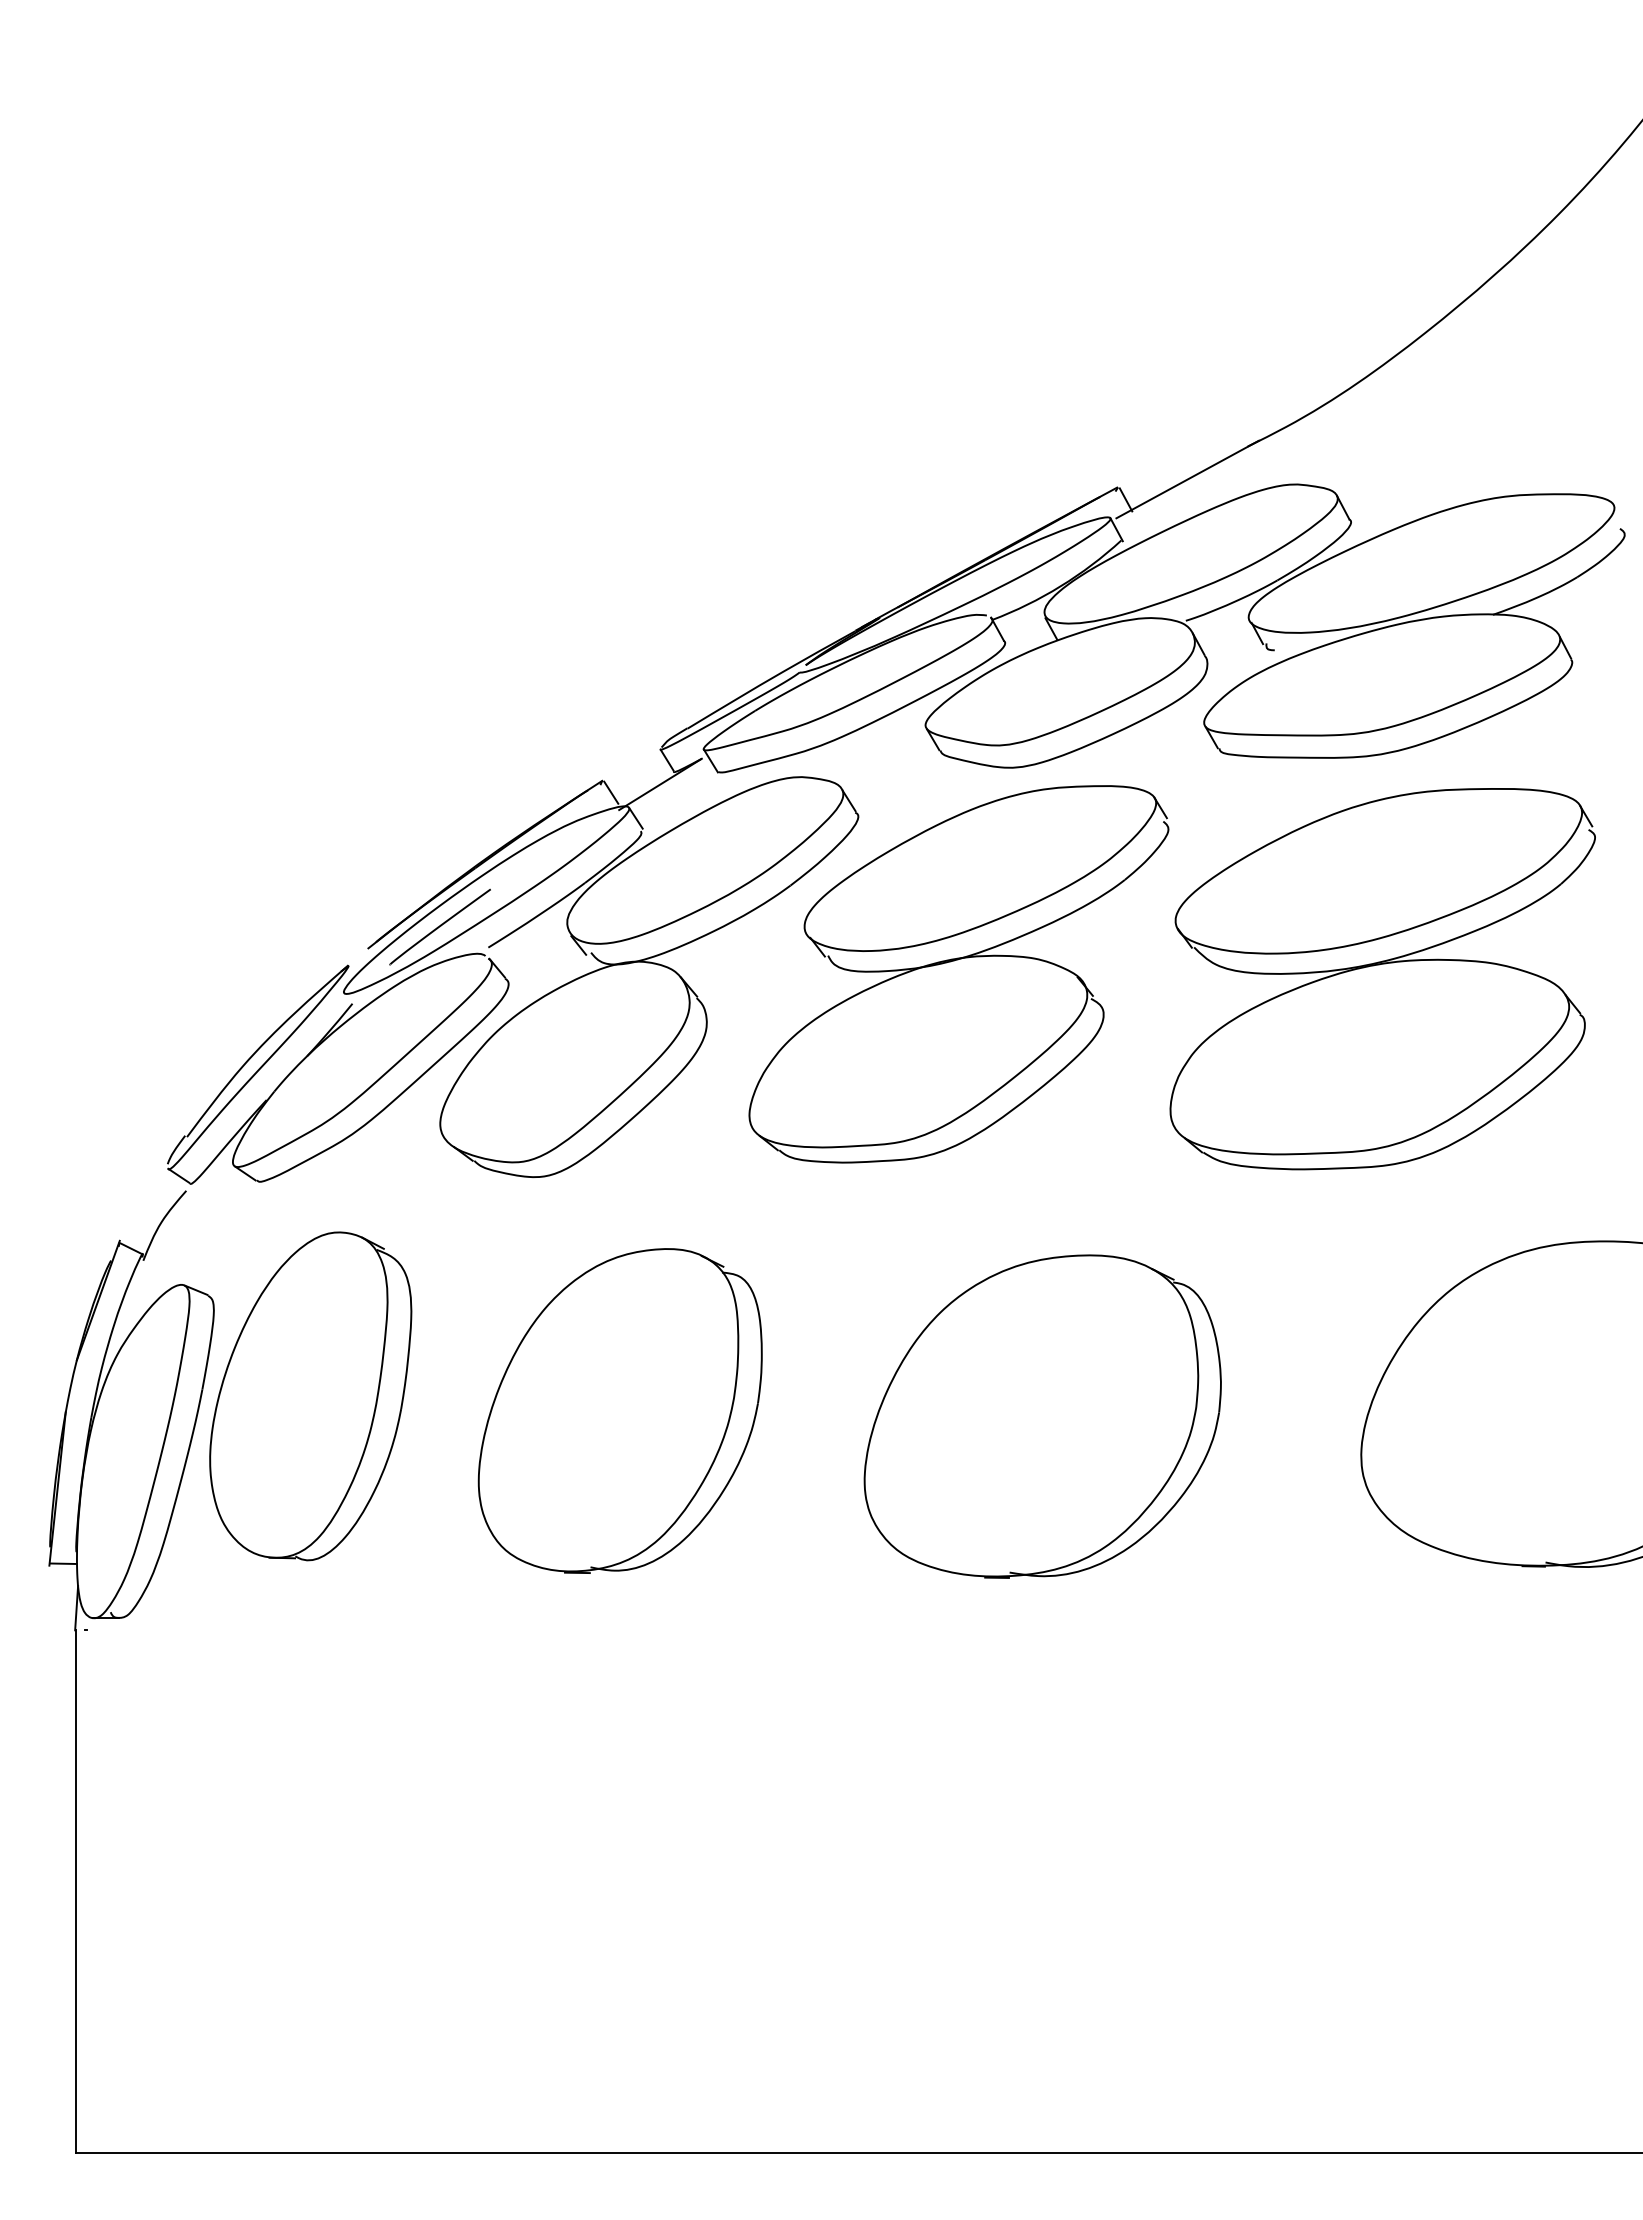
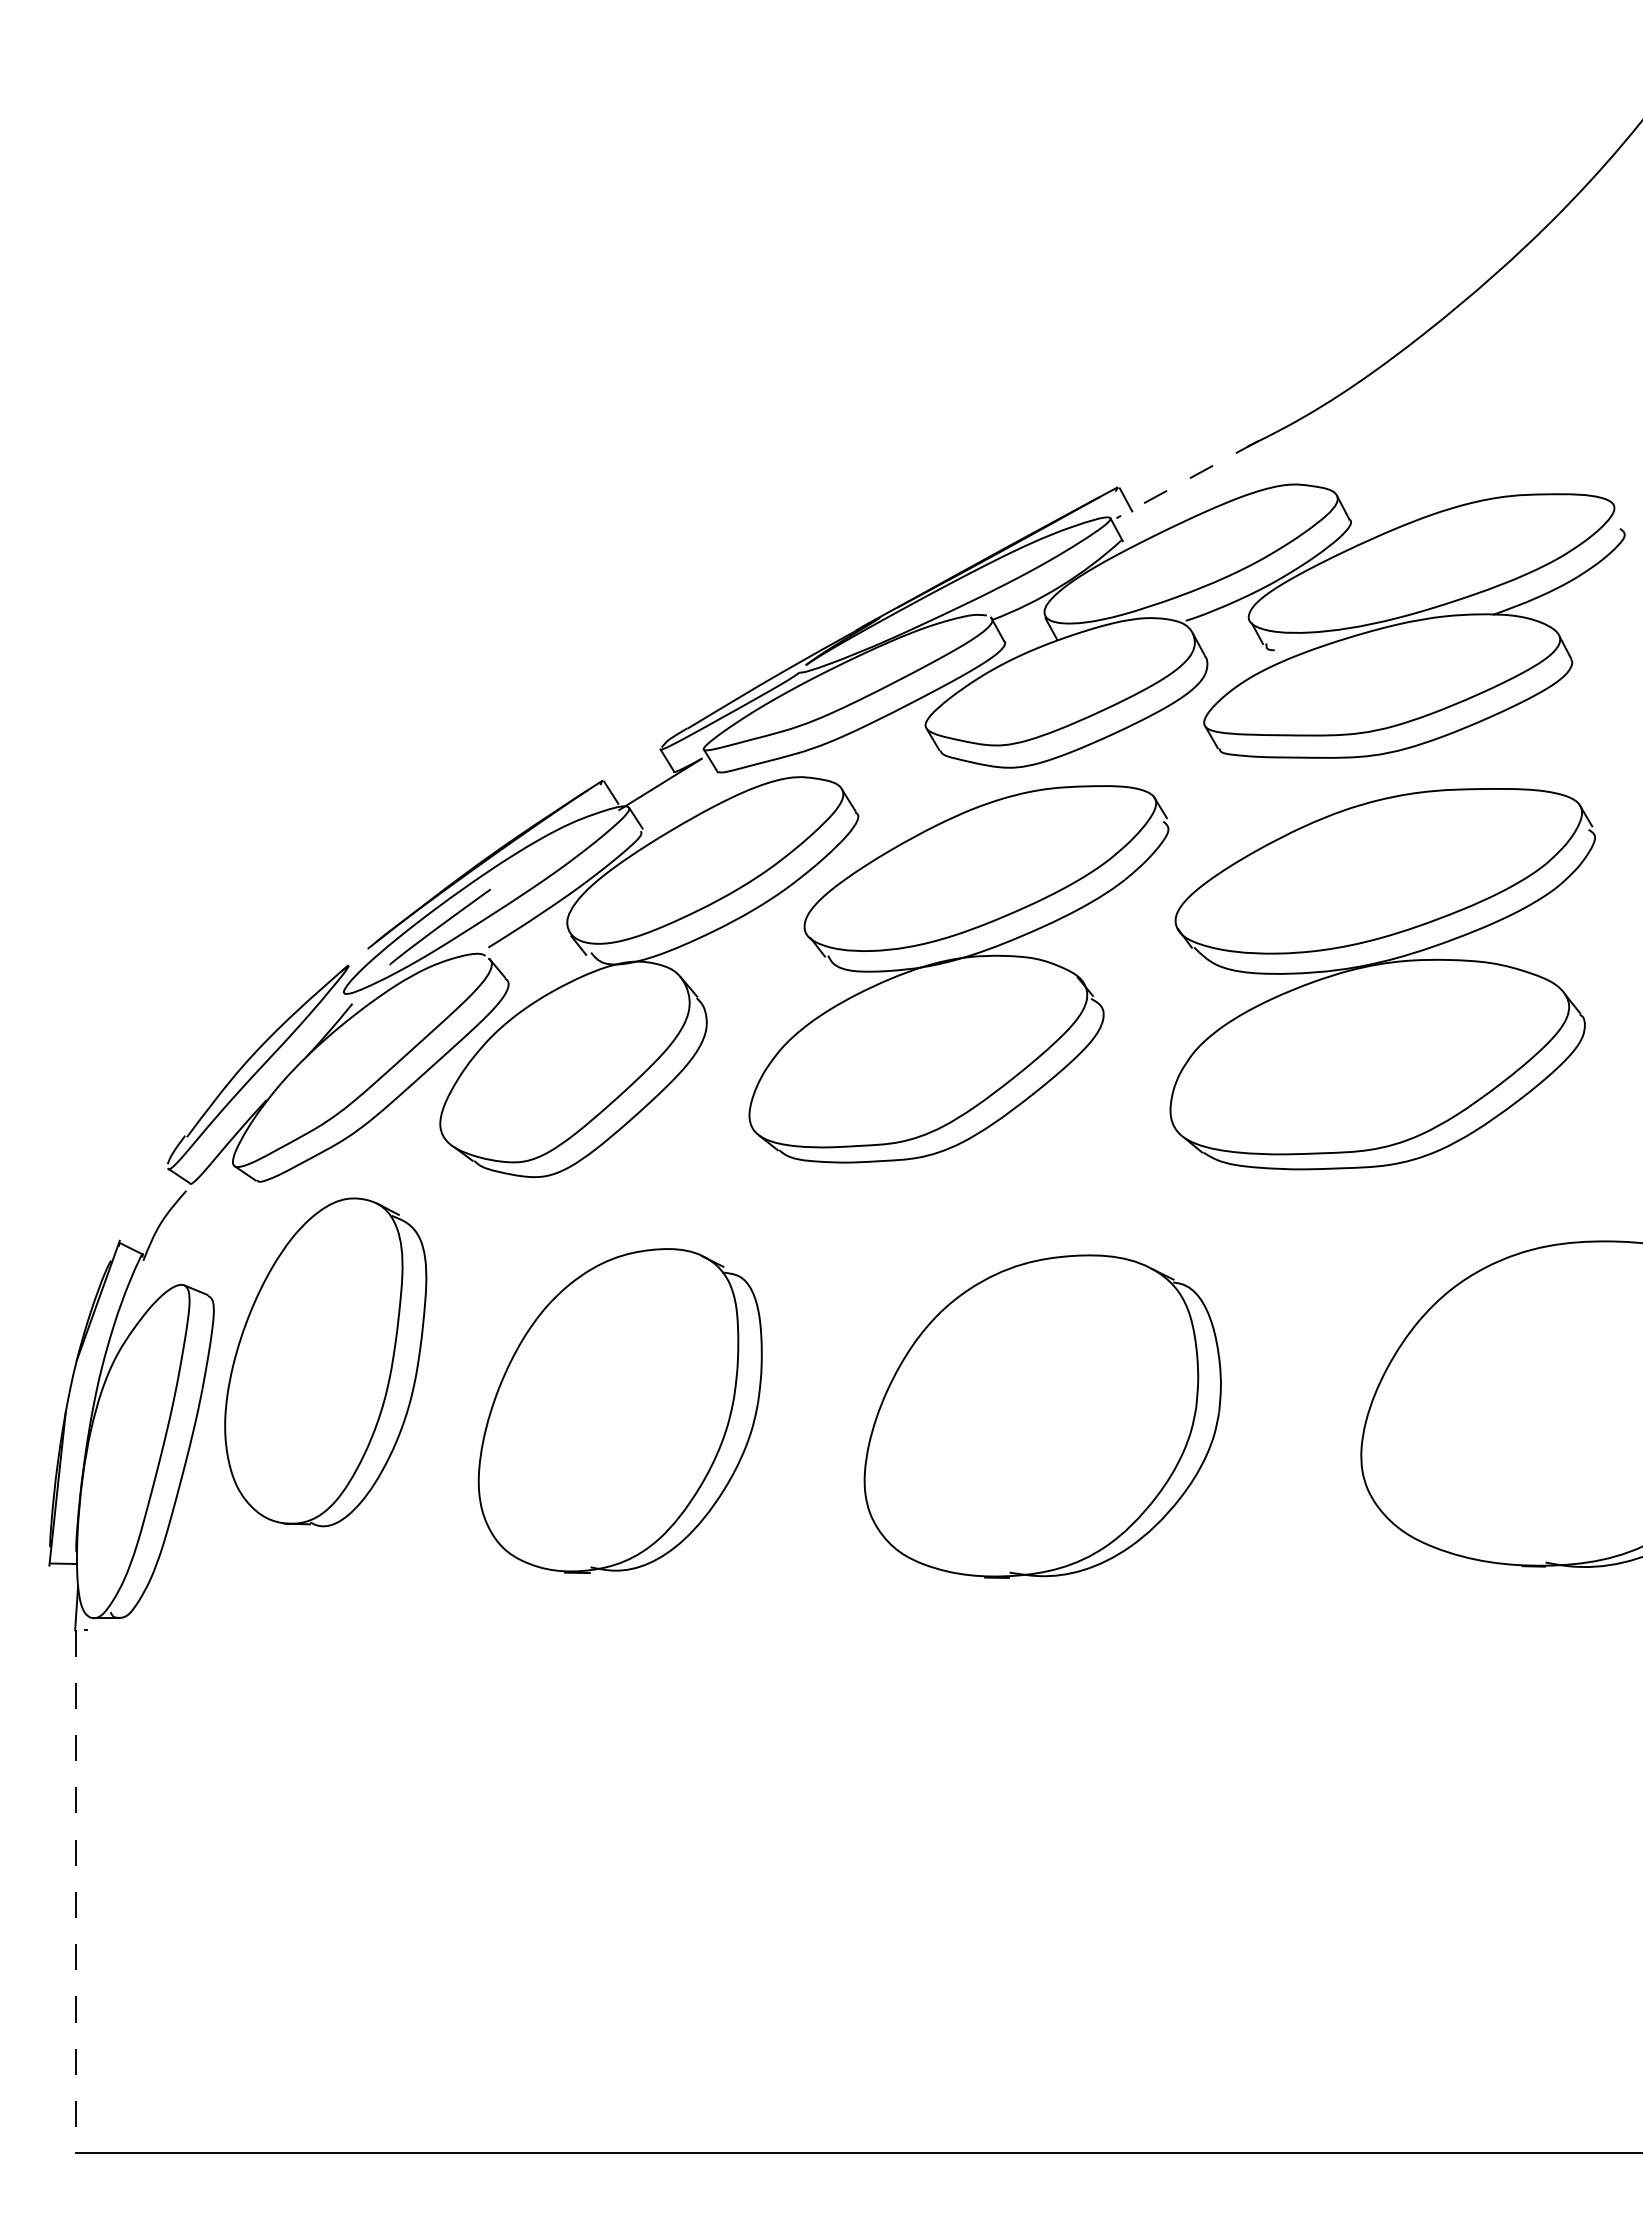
line at (1187, 479): solid -> dashed
part at (310, 1396) position: (310, 1396) -> (325, 1362)
line at (76, 1891): solid -> dashed
